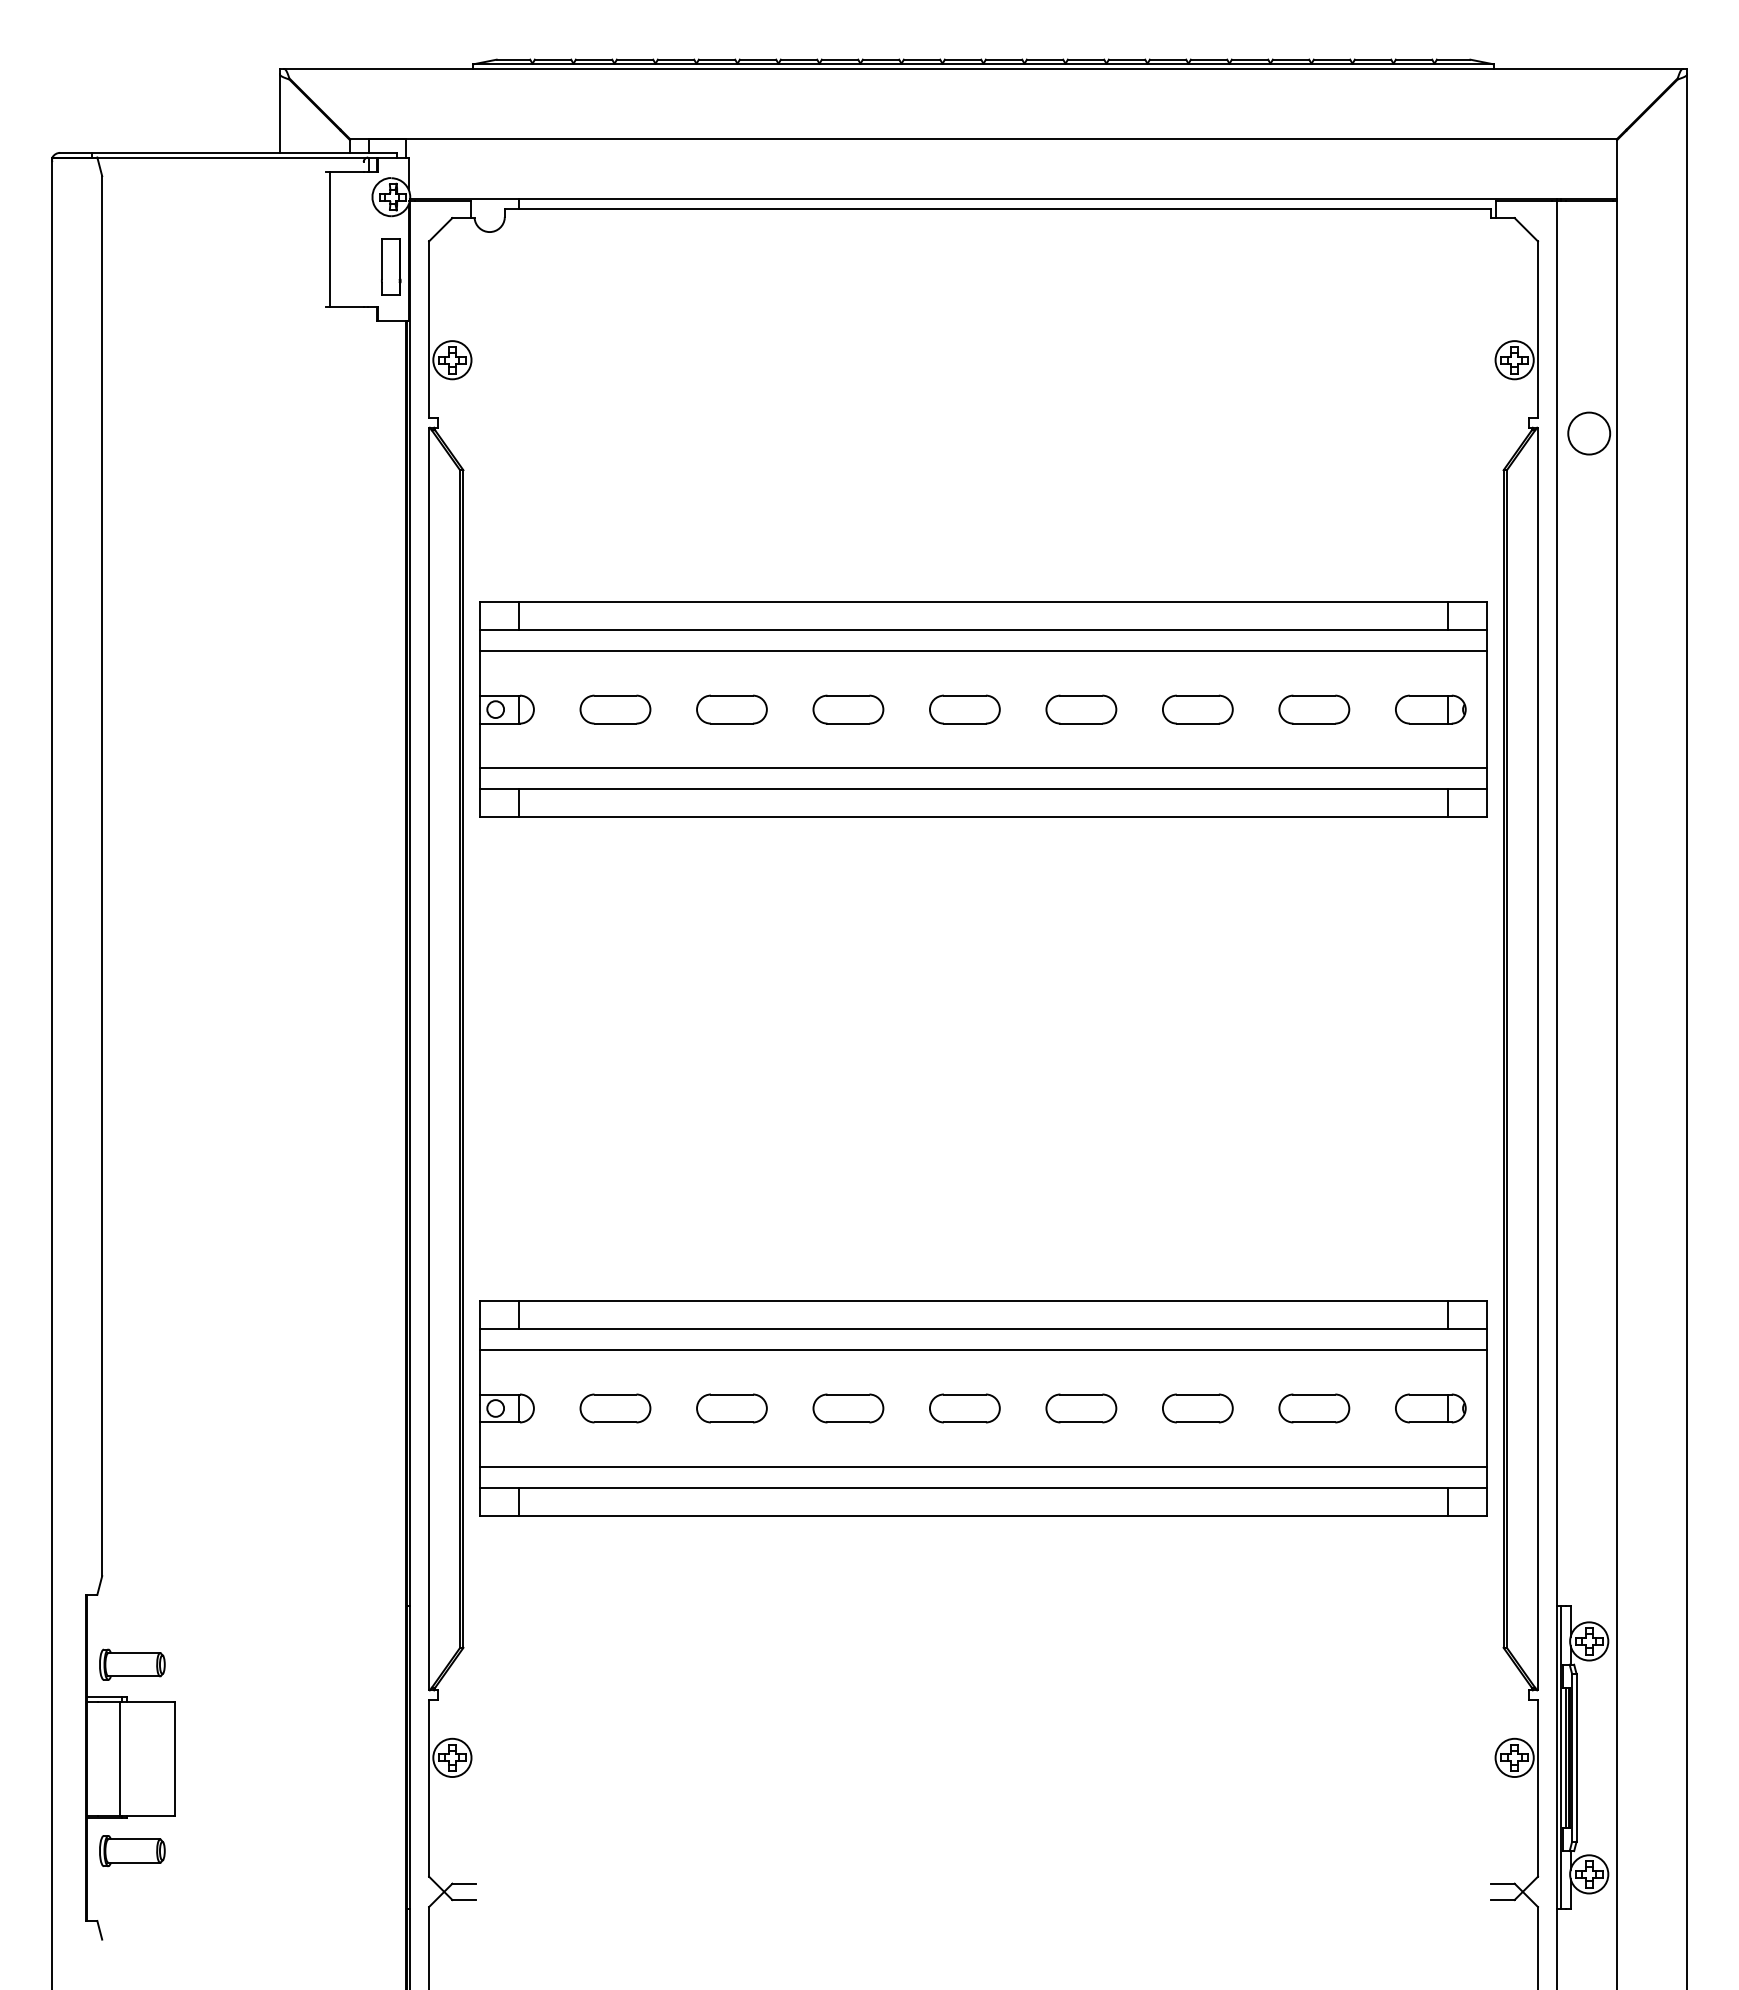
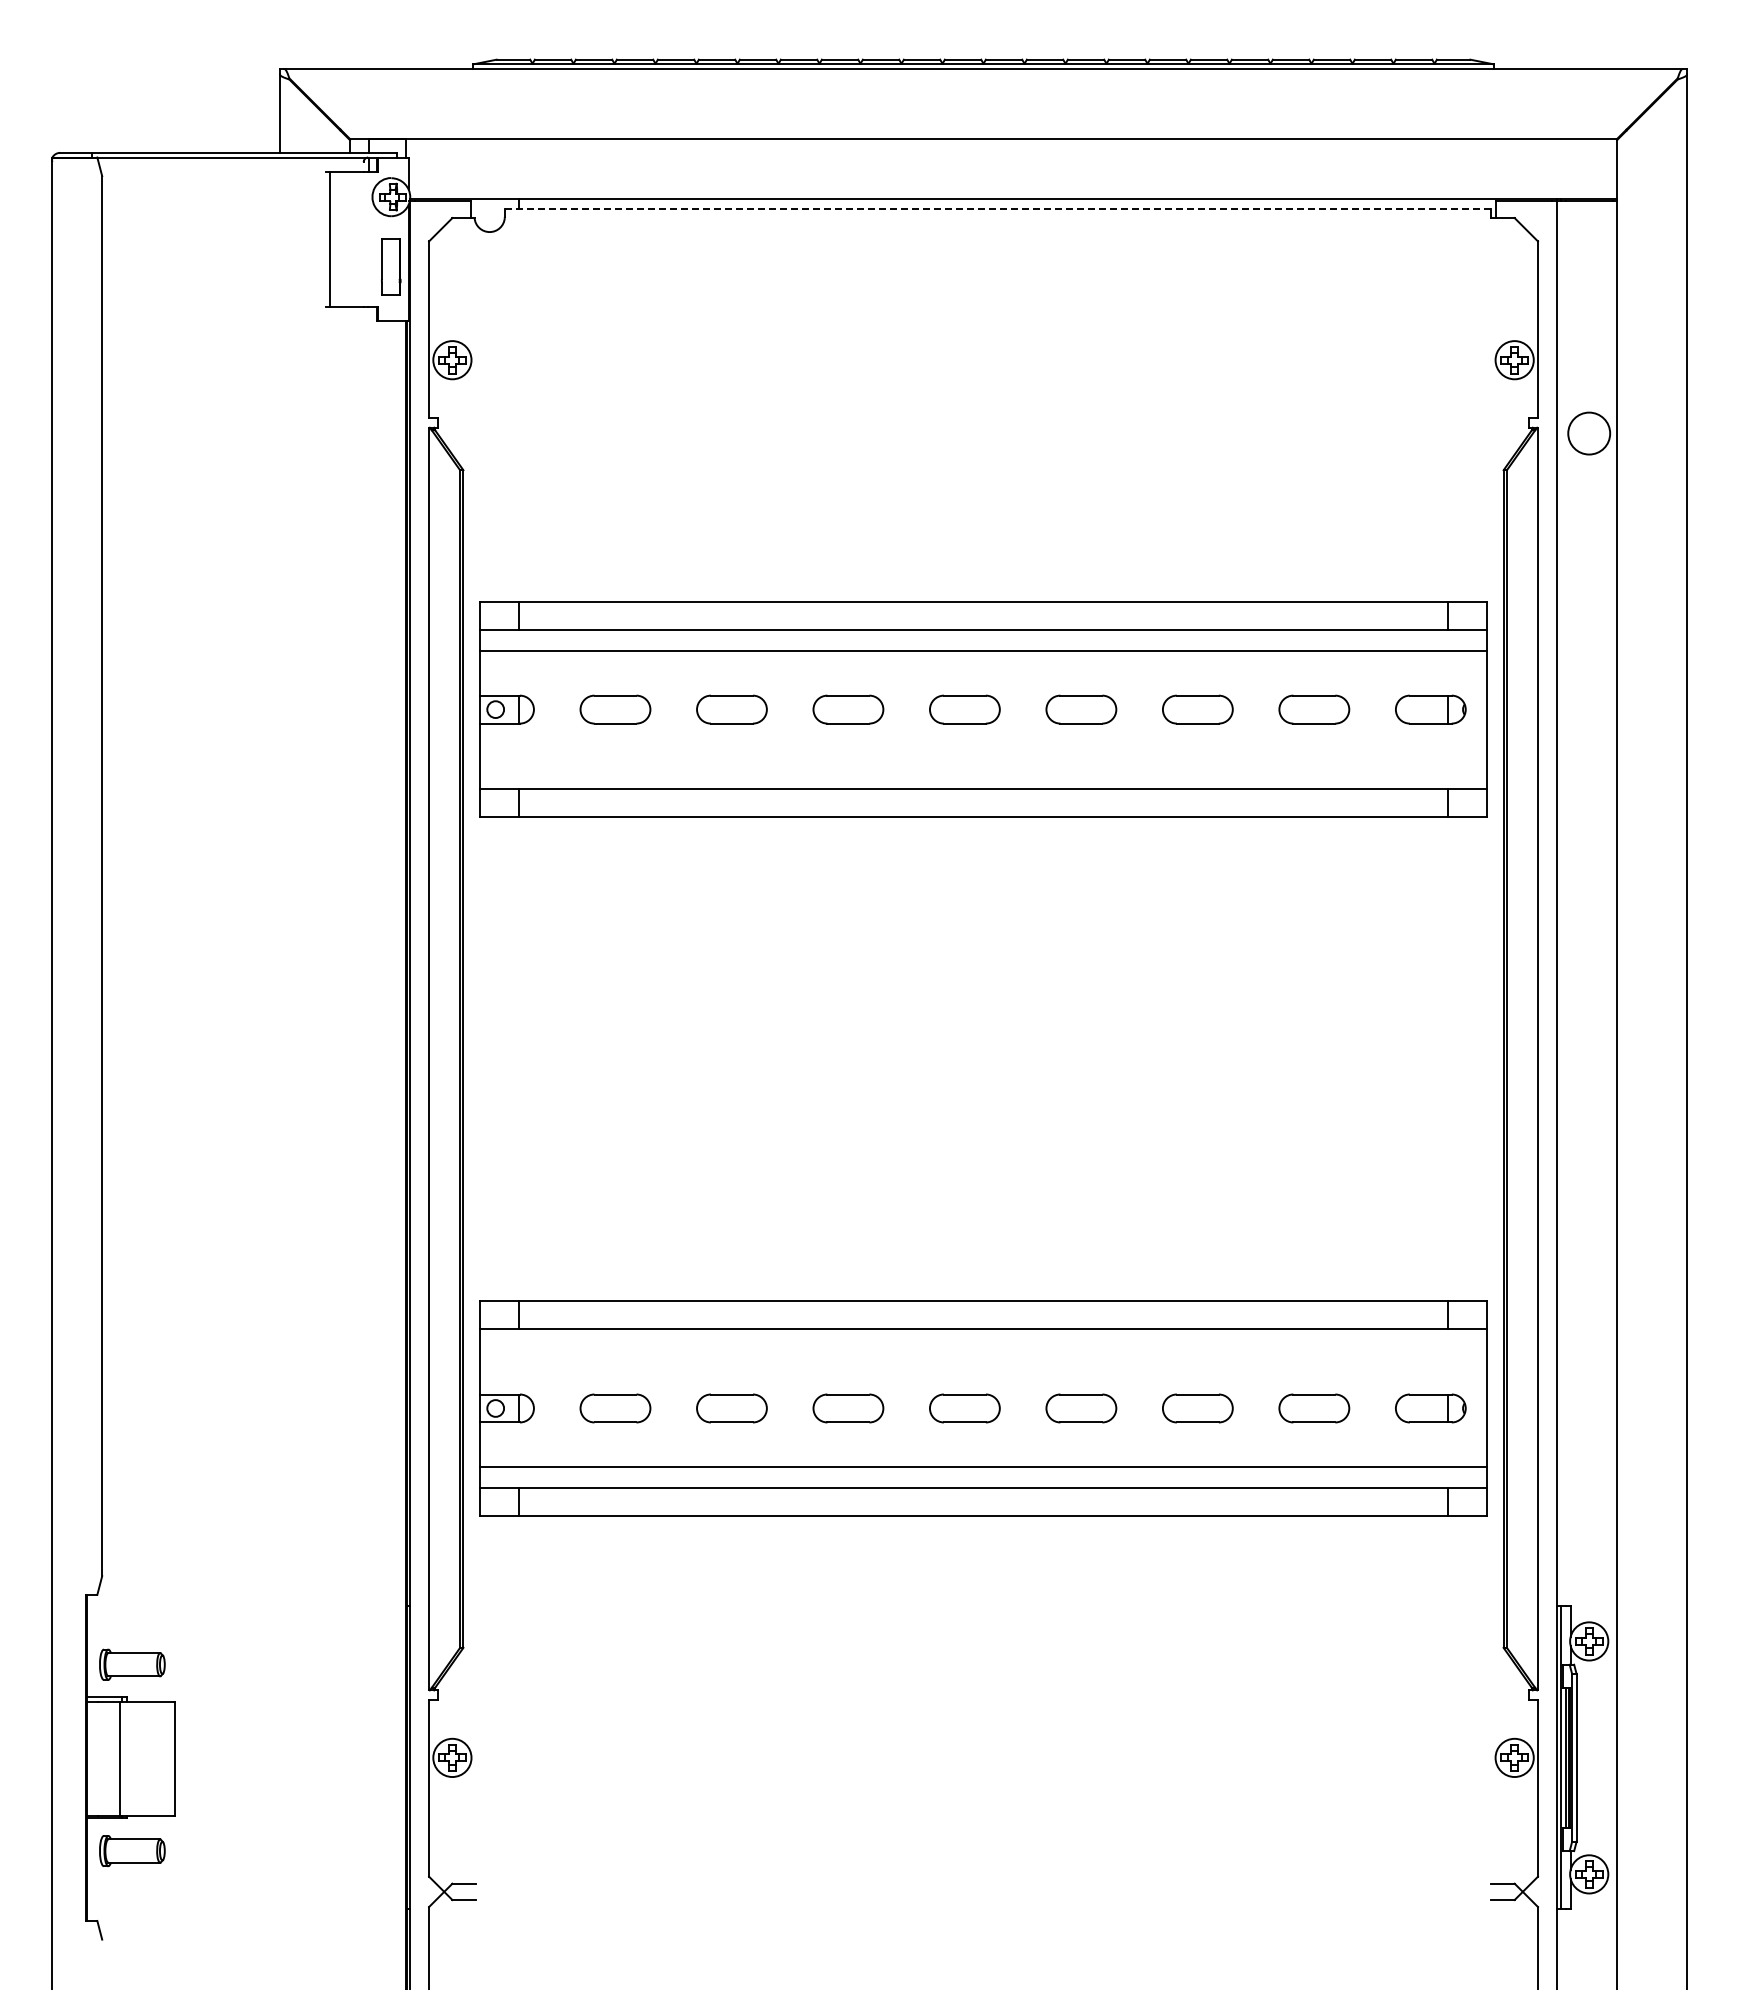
line at (998, 208): solid -> dashed
line at (983, 767): present -> none
line at (983, 1350): present -> none
